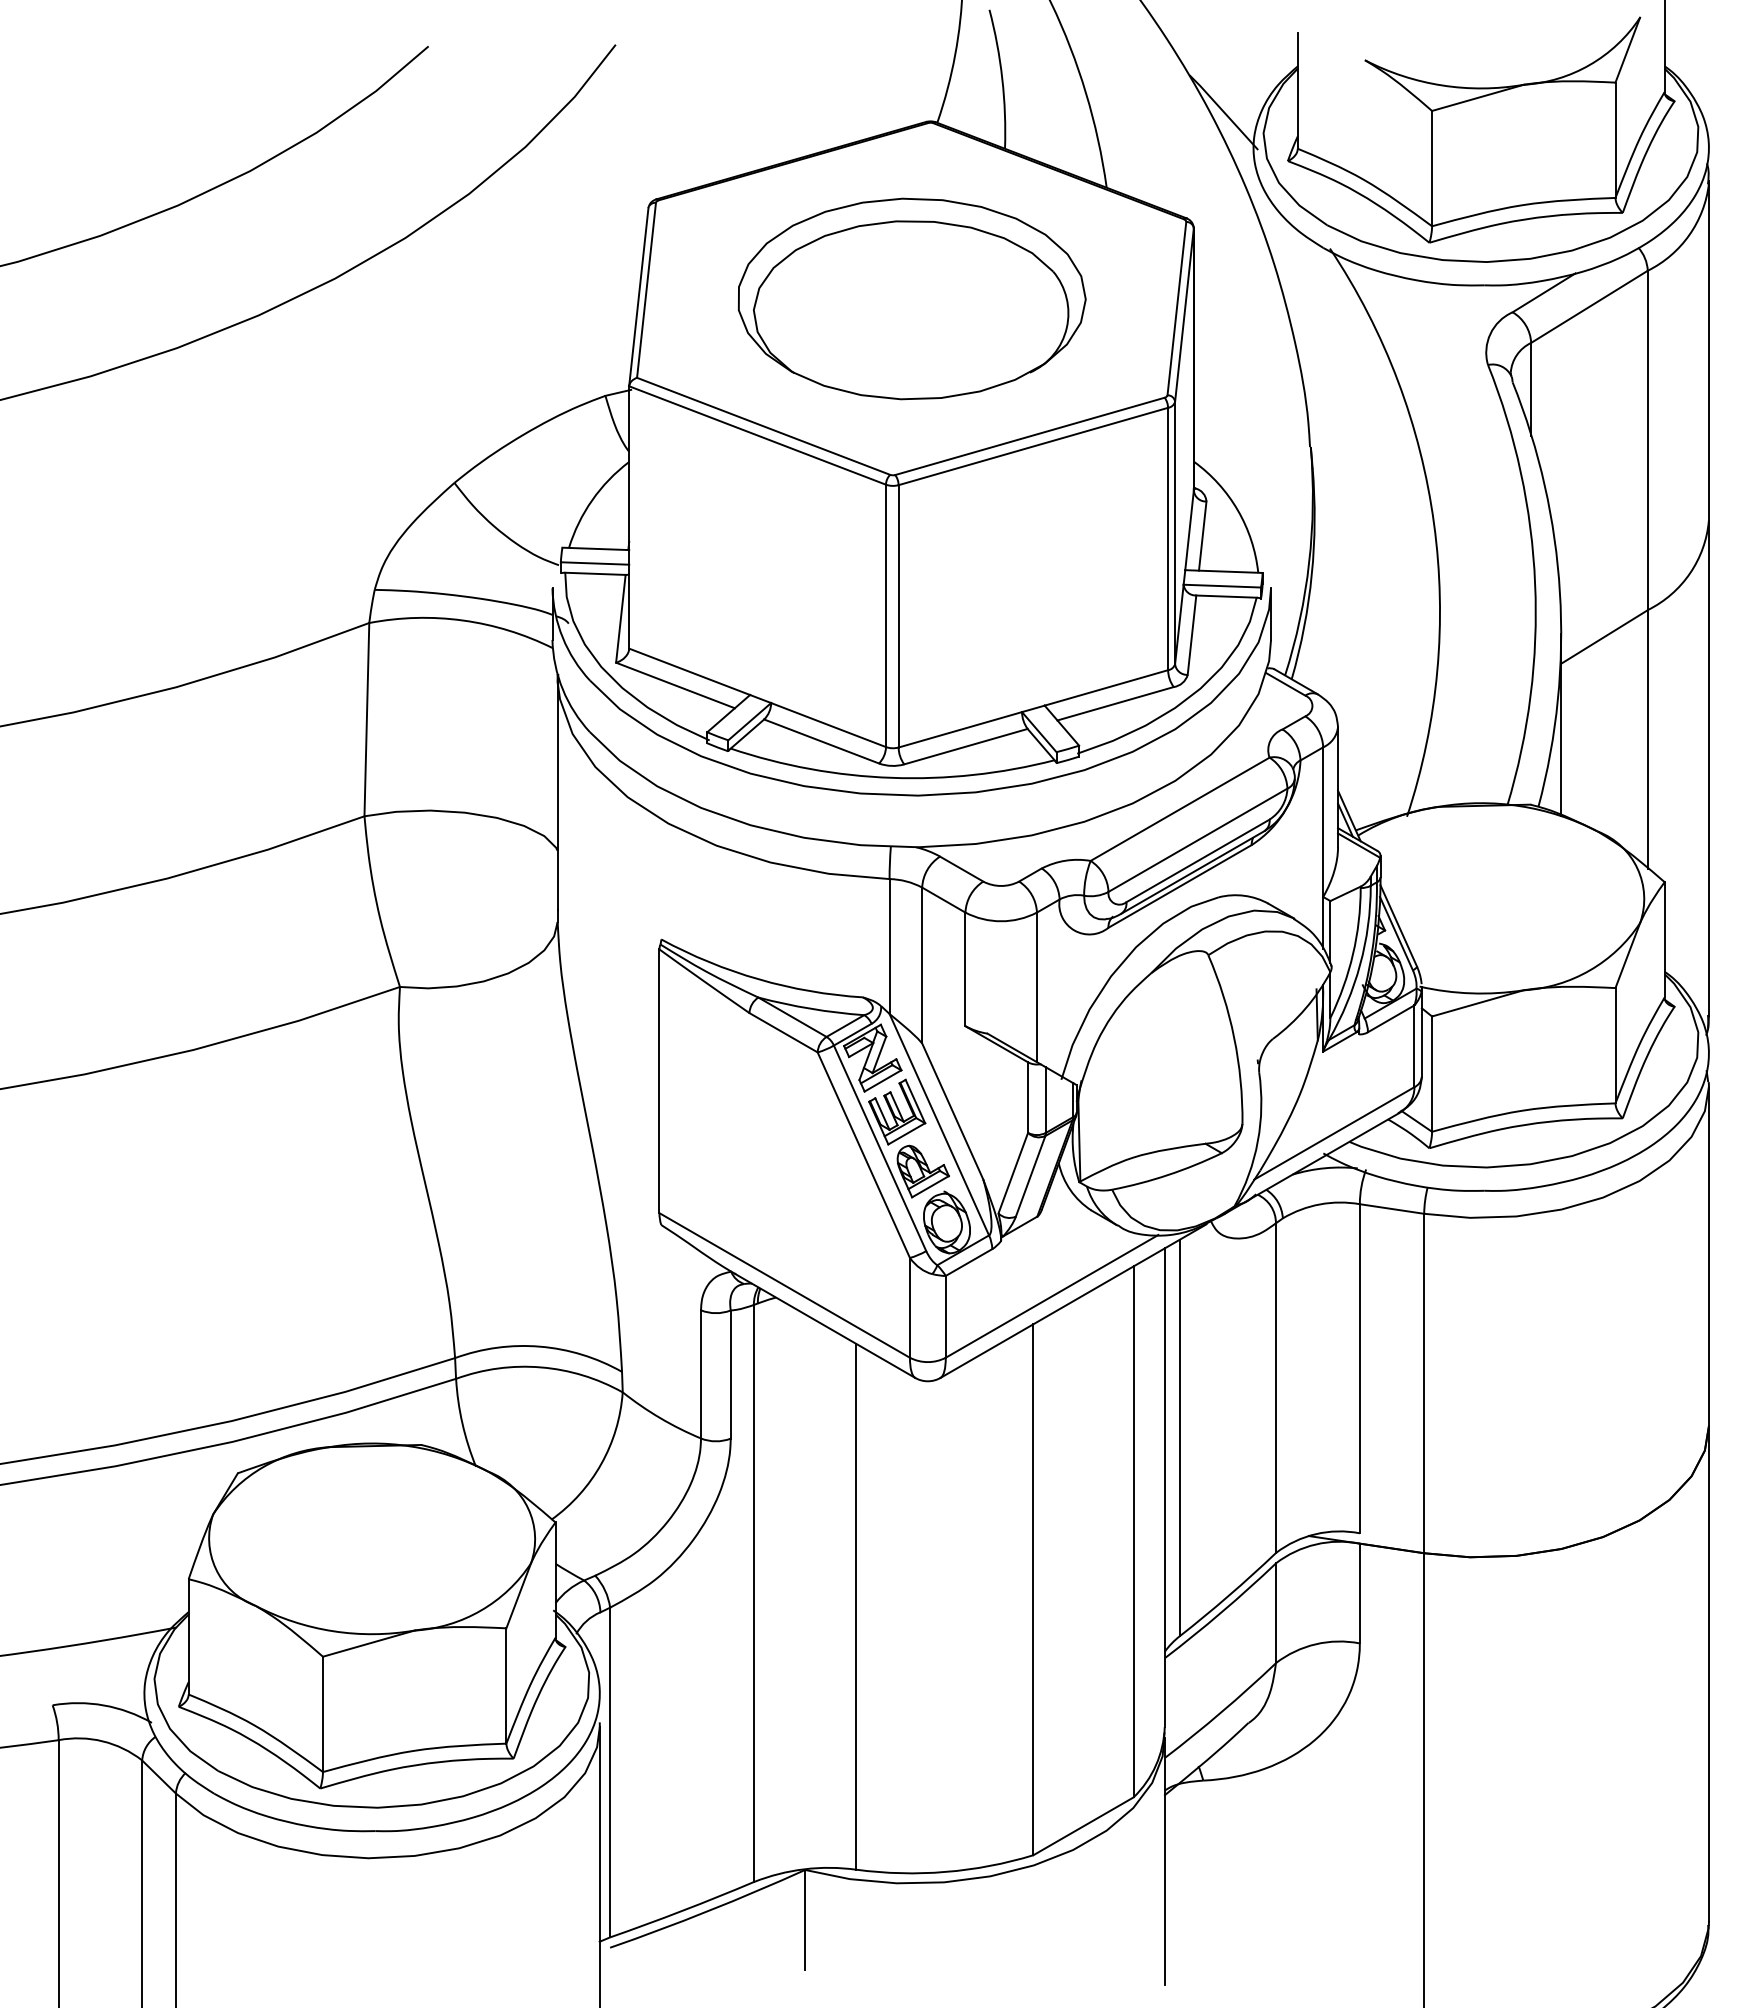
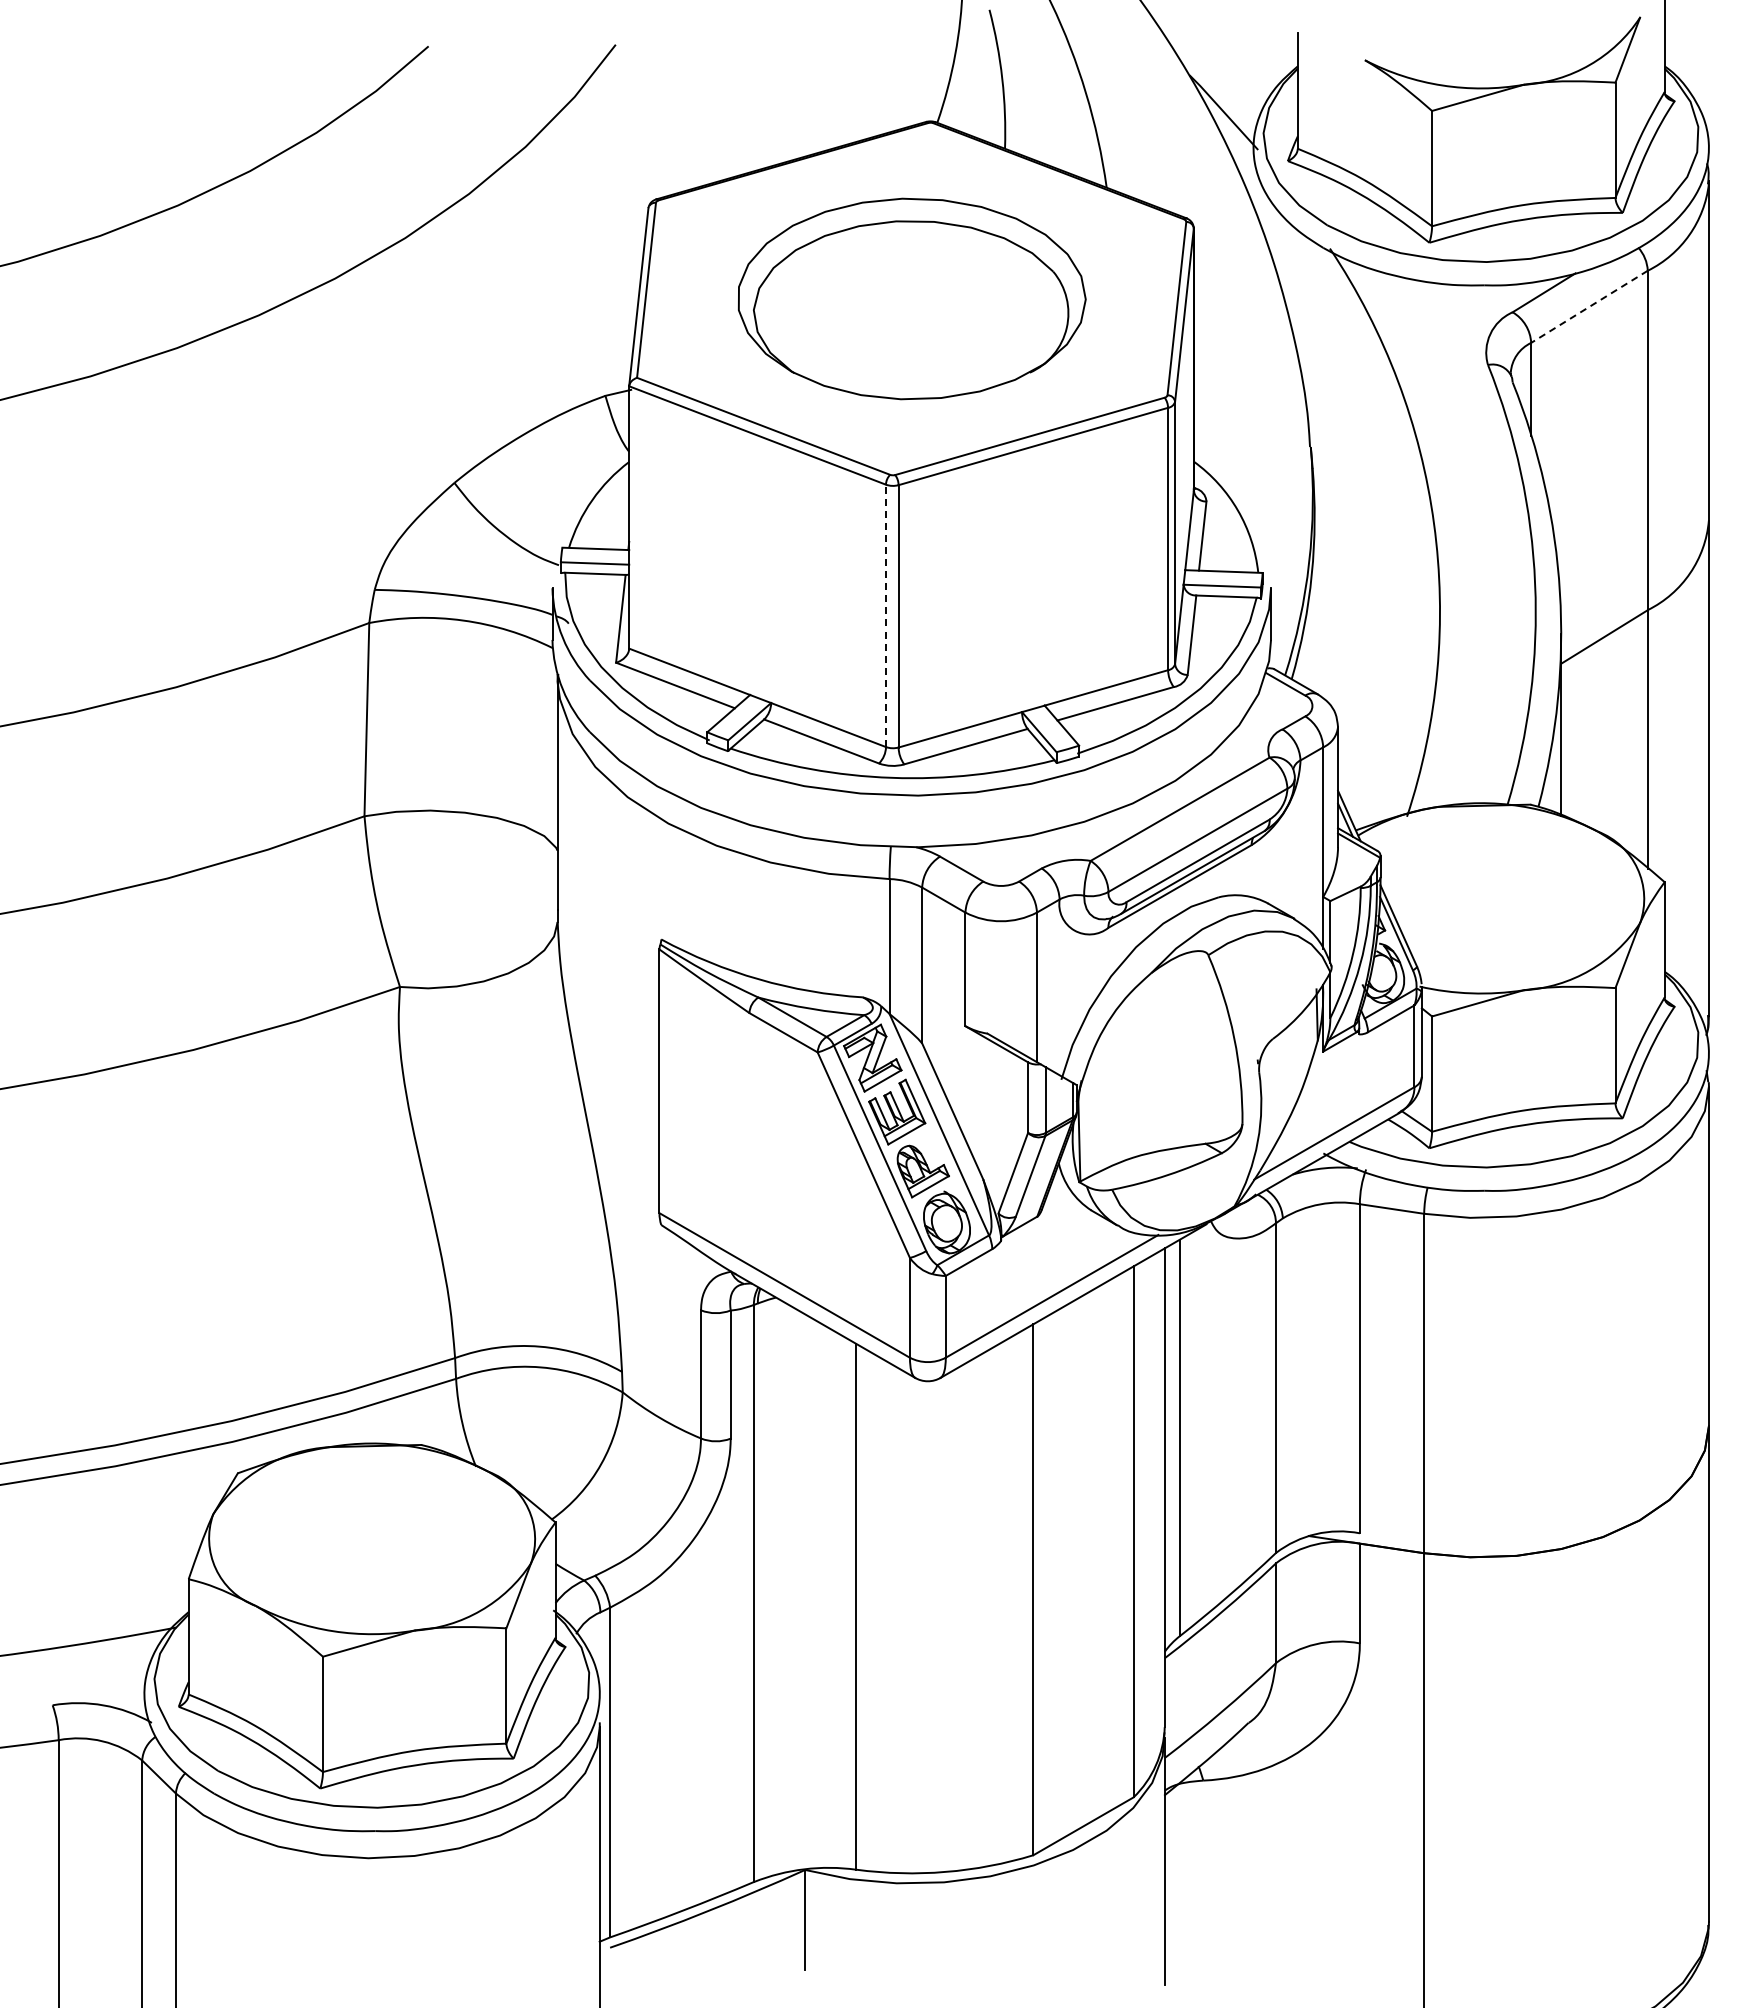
line at (1589, 306): solid -> dashed
line at (885, 615): solid -> dashed
